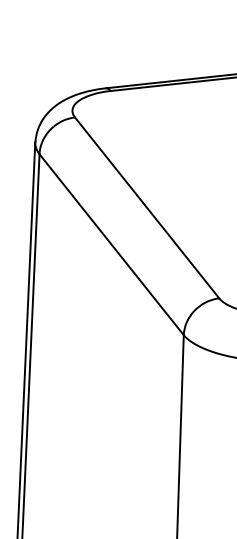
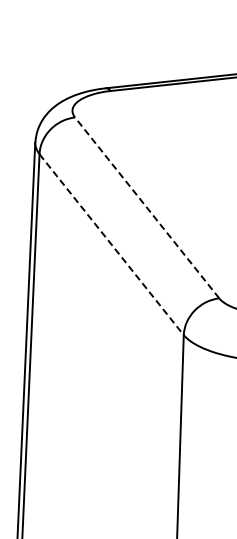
line at (147, 207): solid -> dashed
line at (111, 244): solid -> dashed
